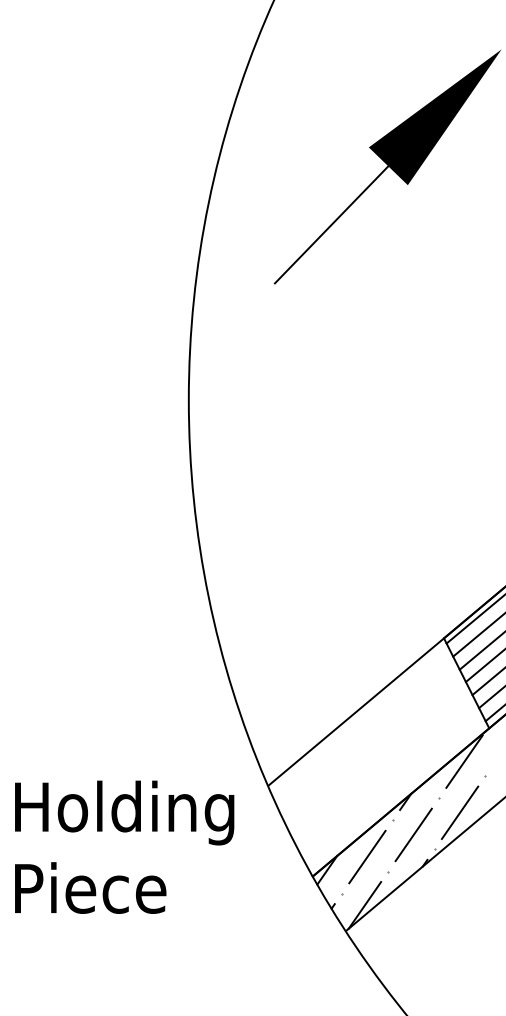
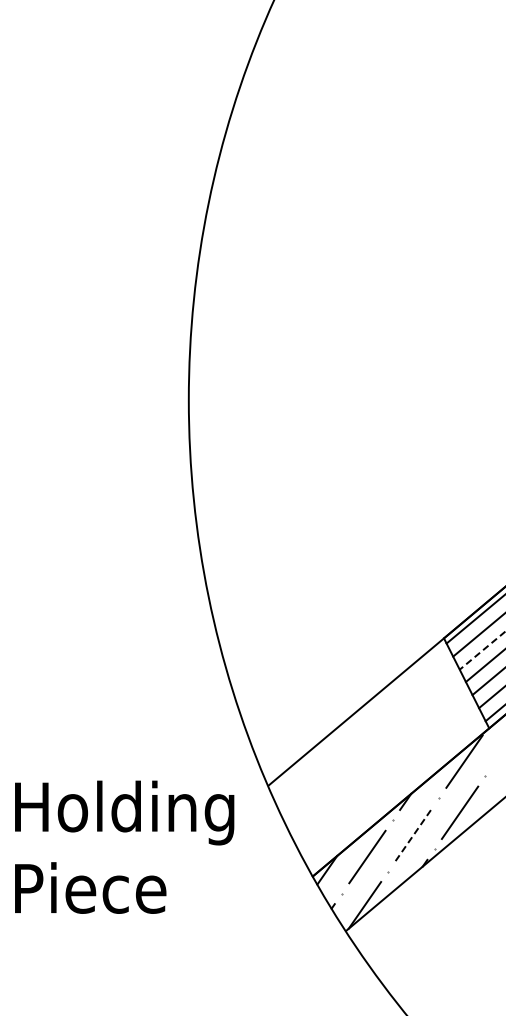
part at (387, 166): present -> none
line at (482, 650): solid -> dashed
line at (413, 834): solid -> dashed
